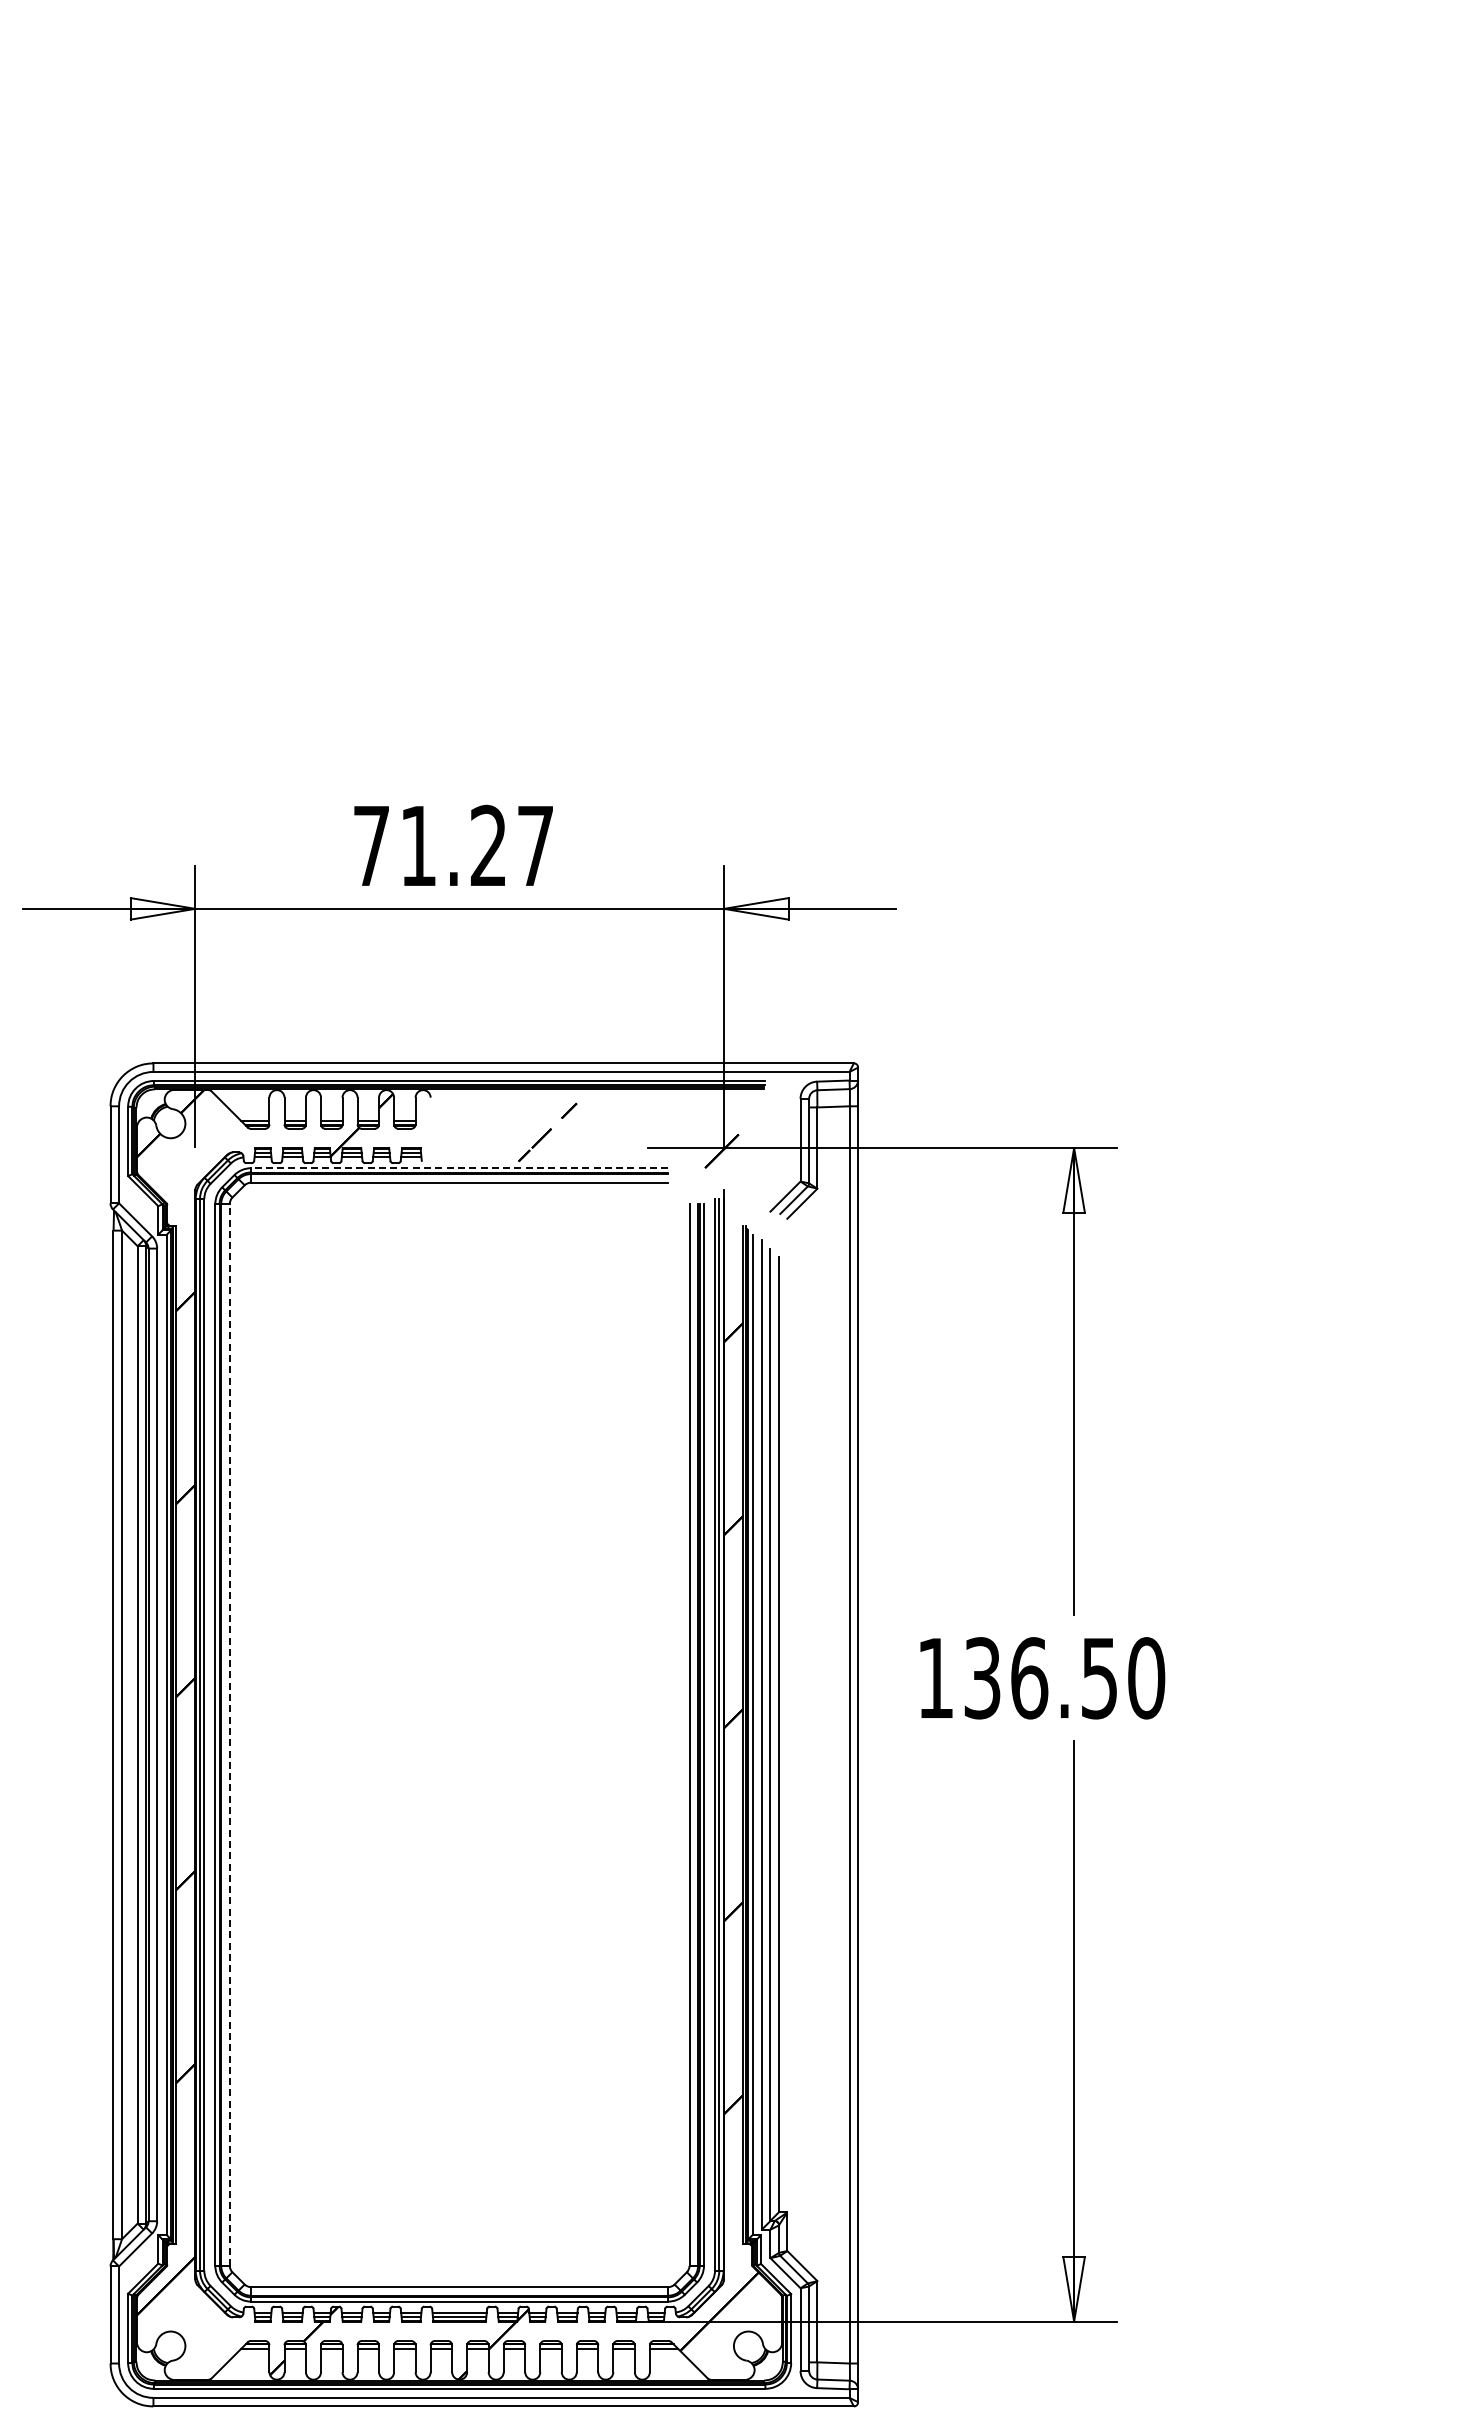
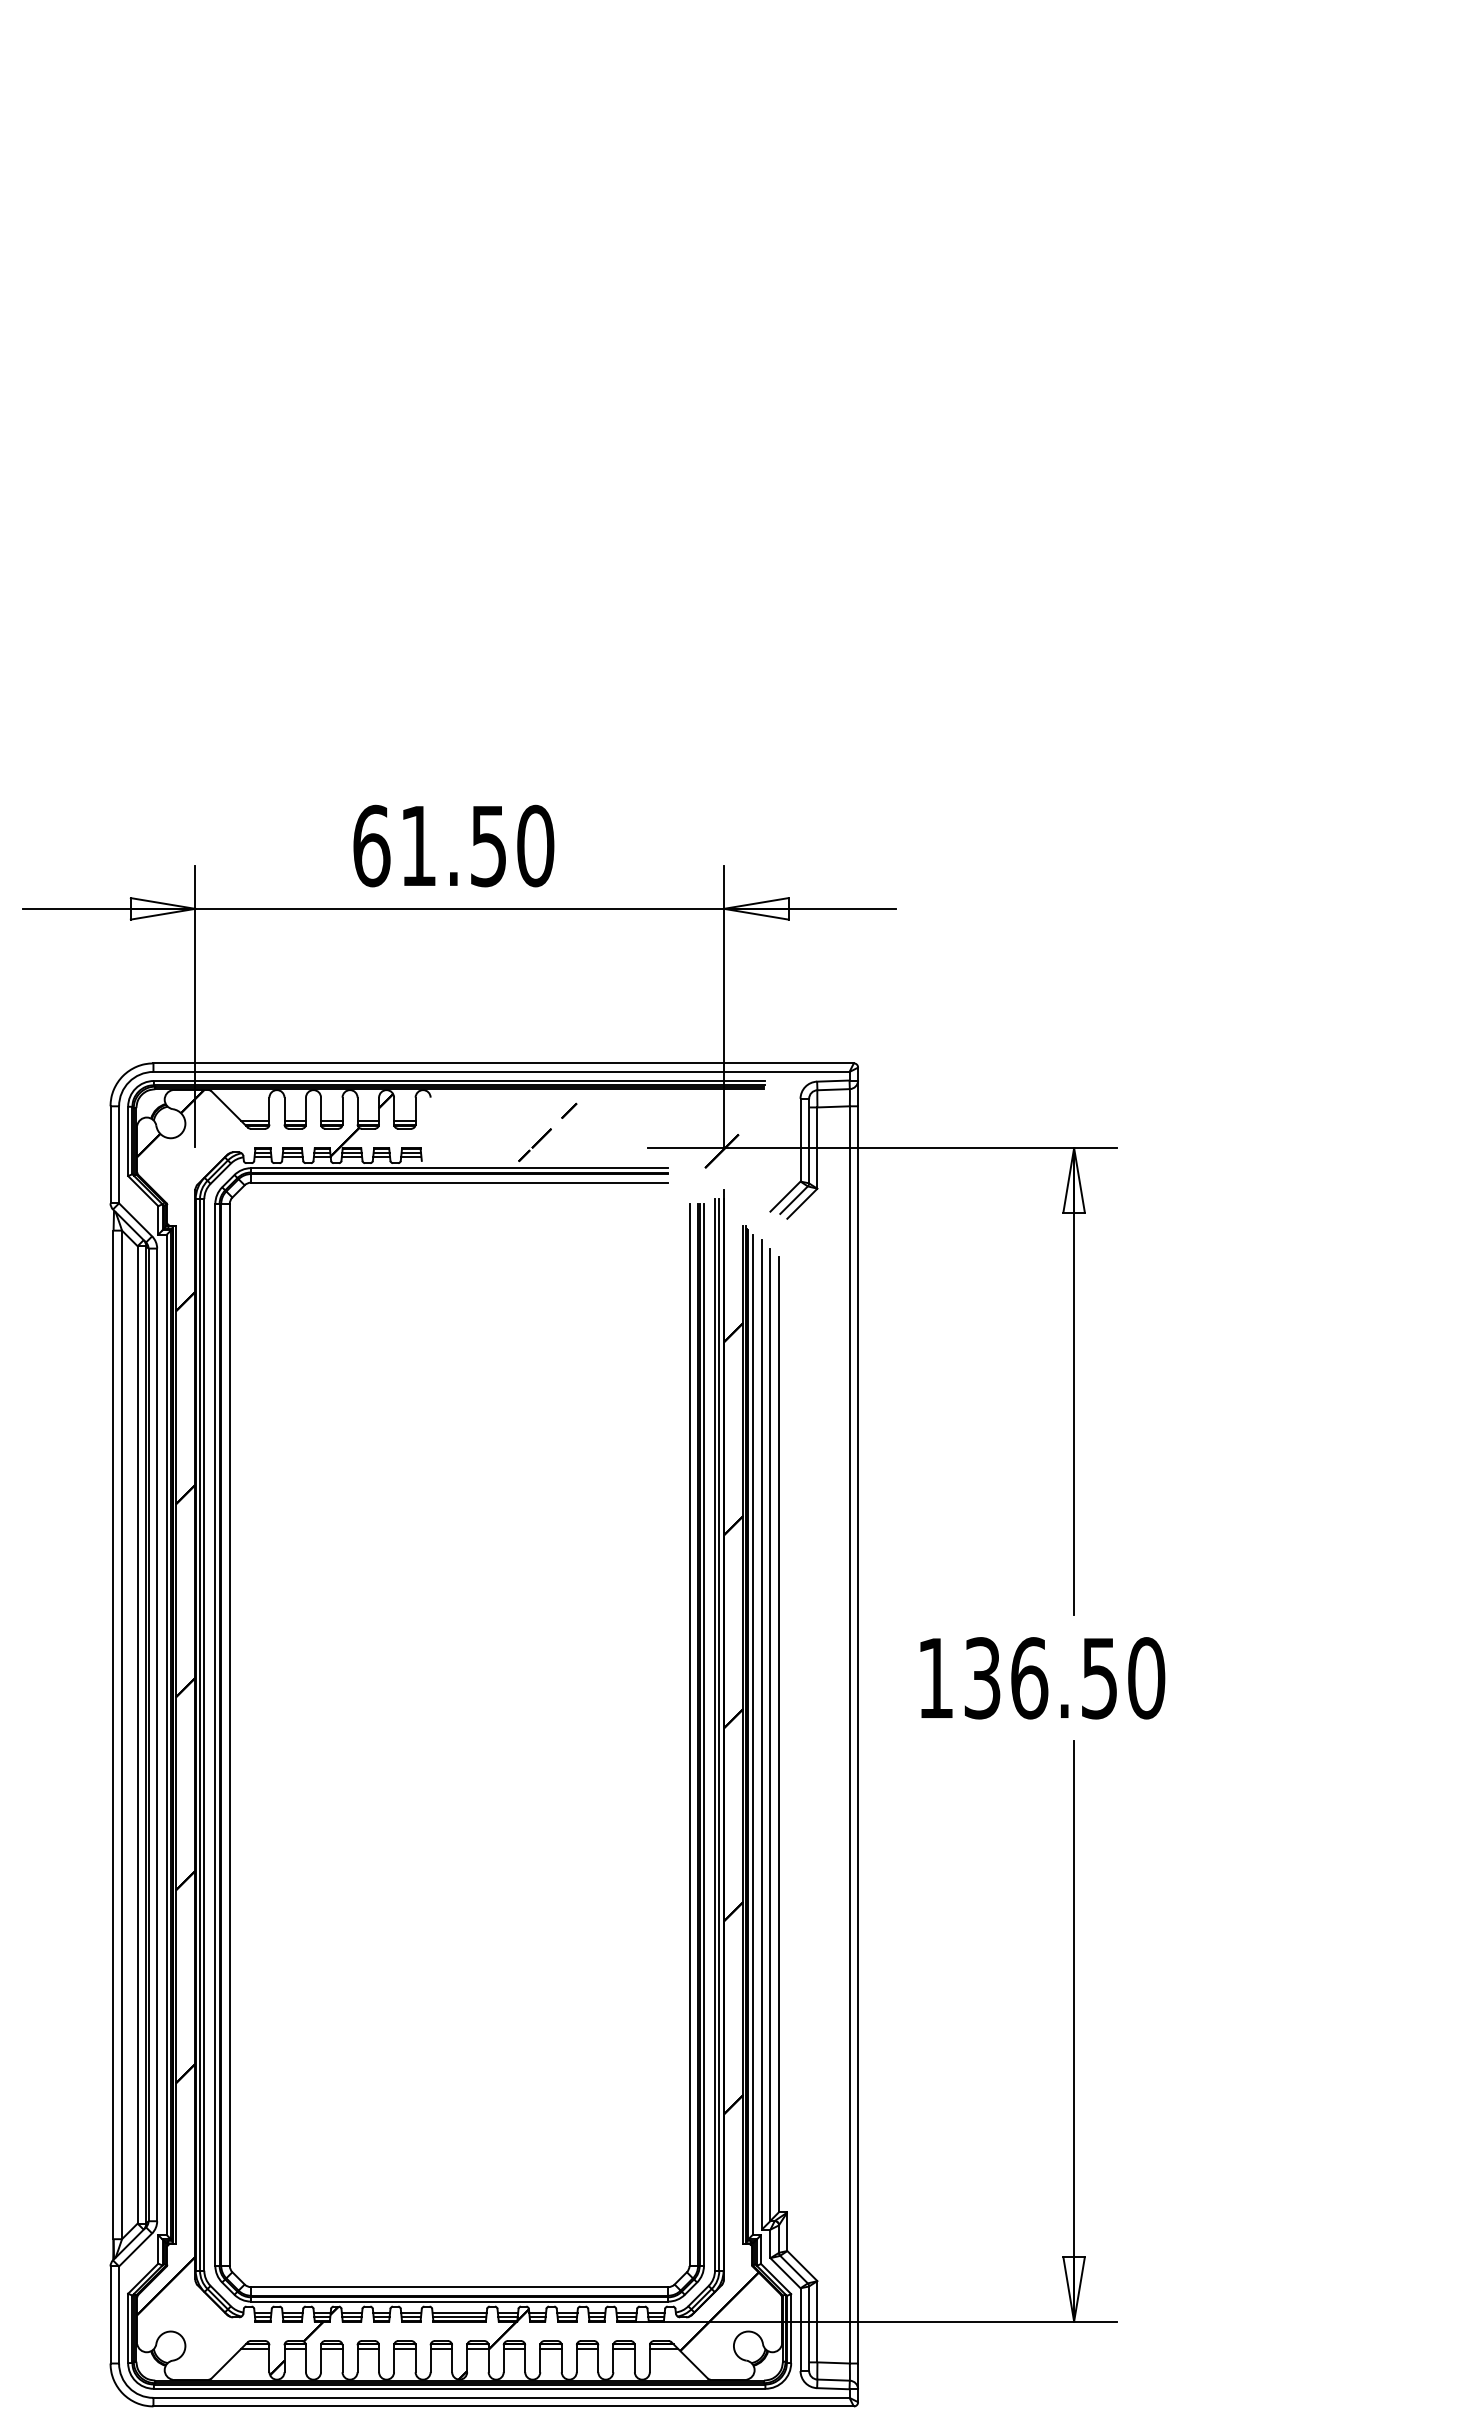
text at (453, 845): 71.27 -> 61.50
line at (459, 1168): dashed -> solid
line at (229, 1734): dashed -> solid
